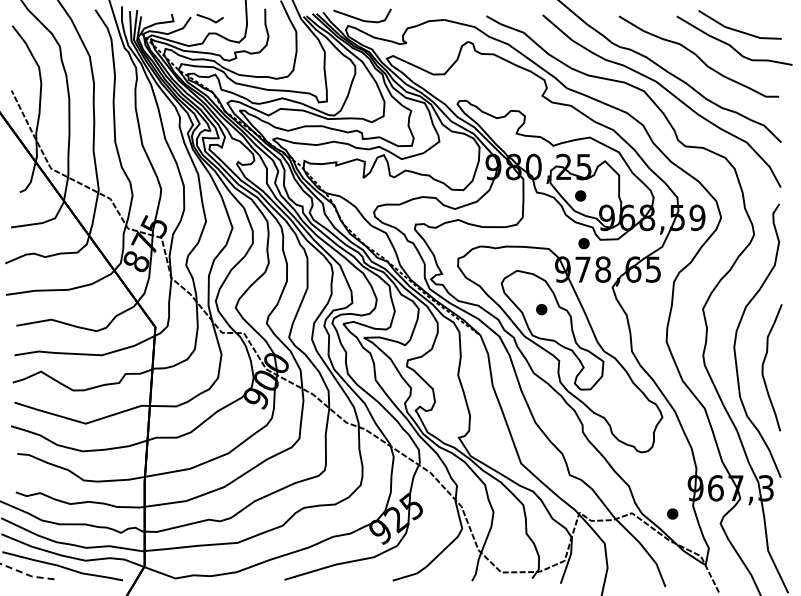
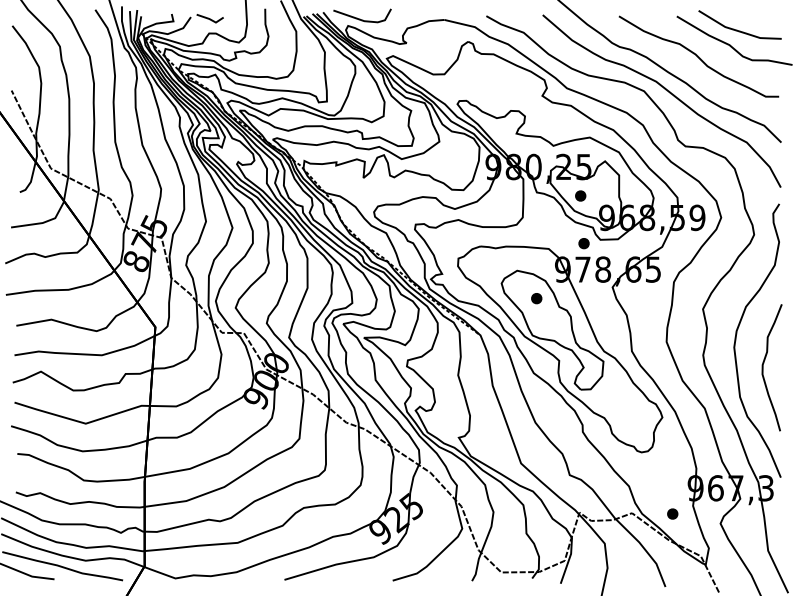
part at (541, 309) position: (541, 309) -> (536, 298)
line at (27, 574): dashed -> solid
